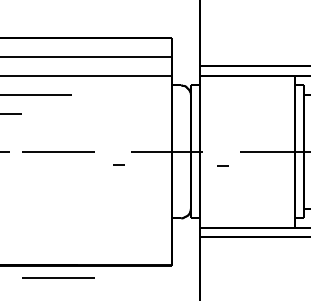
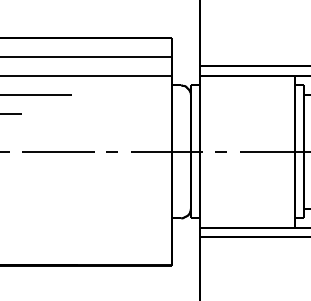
line at (118, 164) position: (118, 164) -> (111, 151)
line at (222, 165) position: (222, 165) -> (220, 151)
line at (58, 277): present -> none
